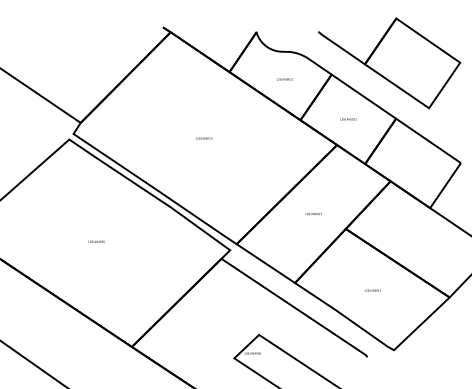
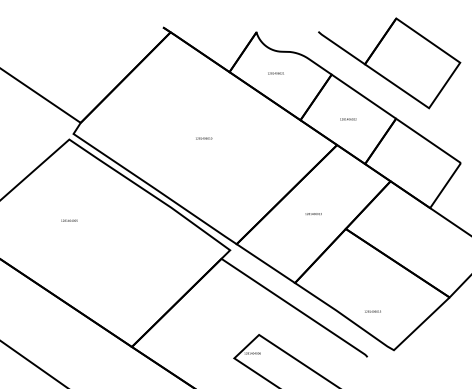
text at (284, 79) position: (284, 79) -> (275, 73)
text at (96, 241) position: (96, 241) -> (69, 220)
text at (372, 290) position: (372, 290) -> (372, 311)
